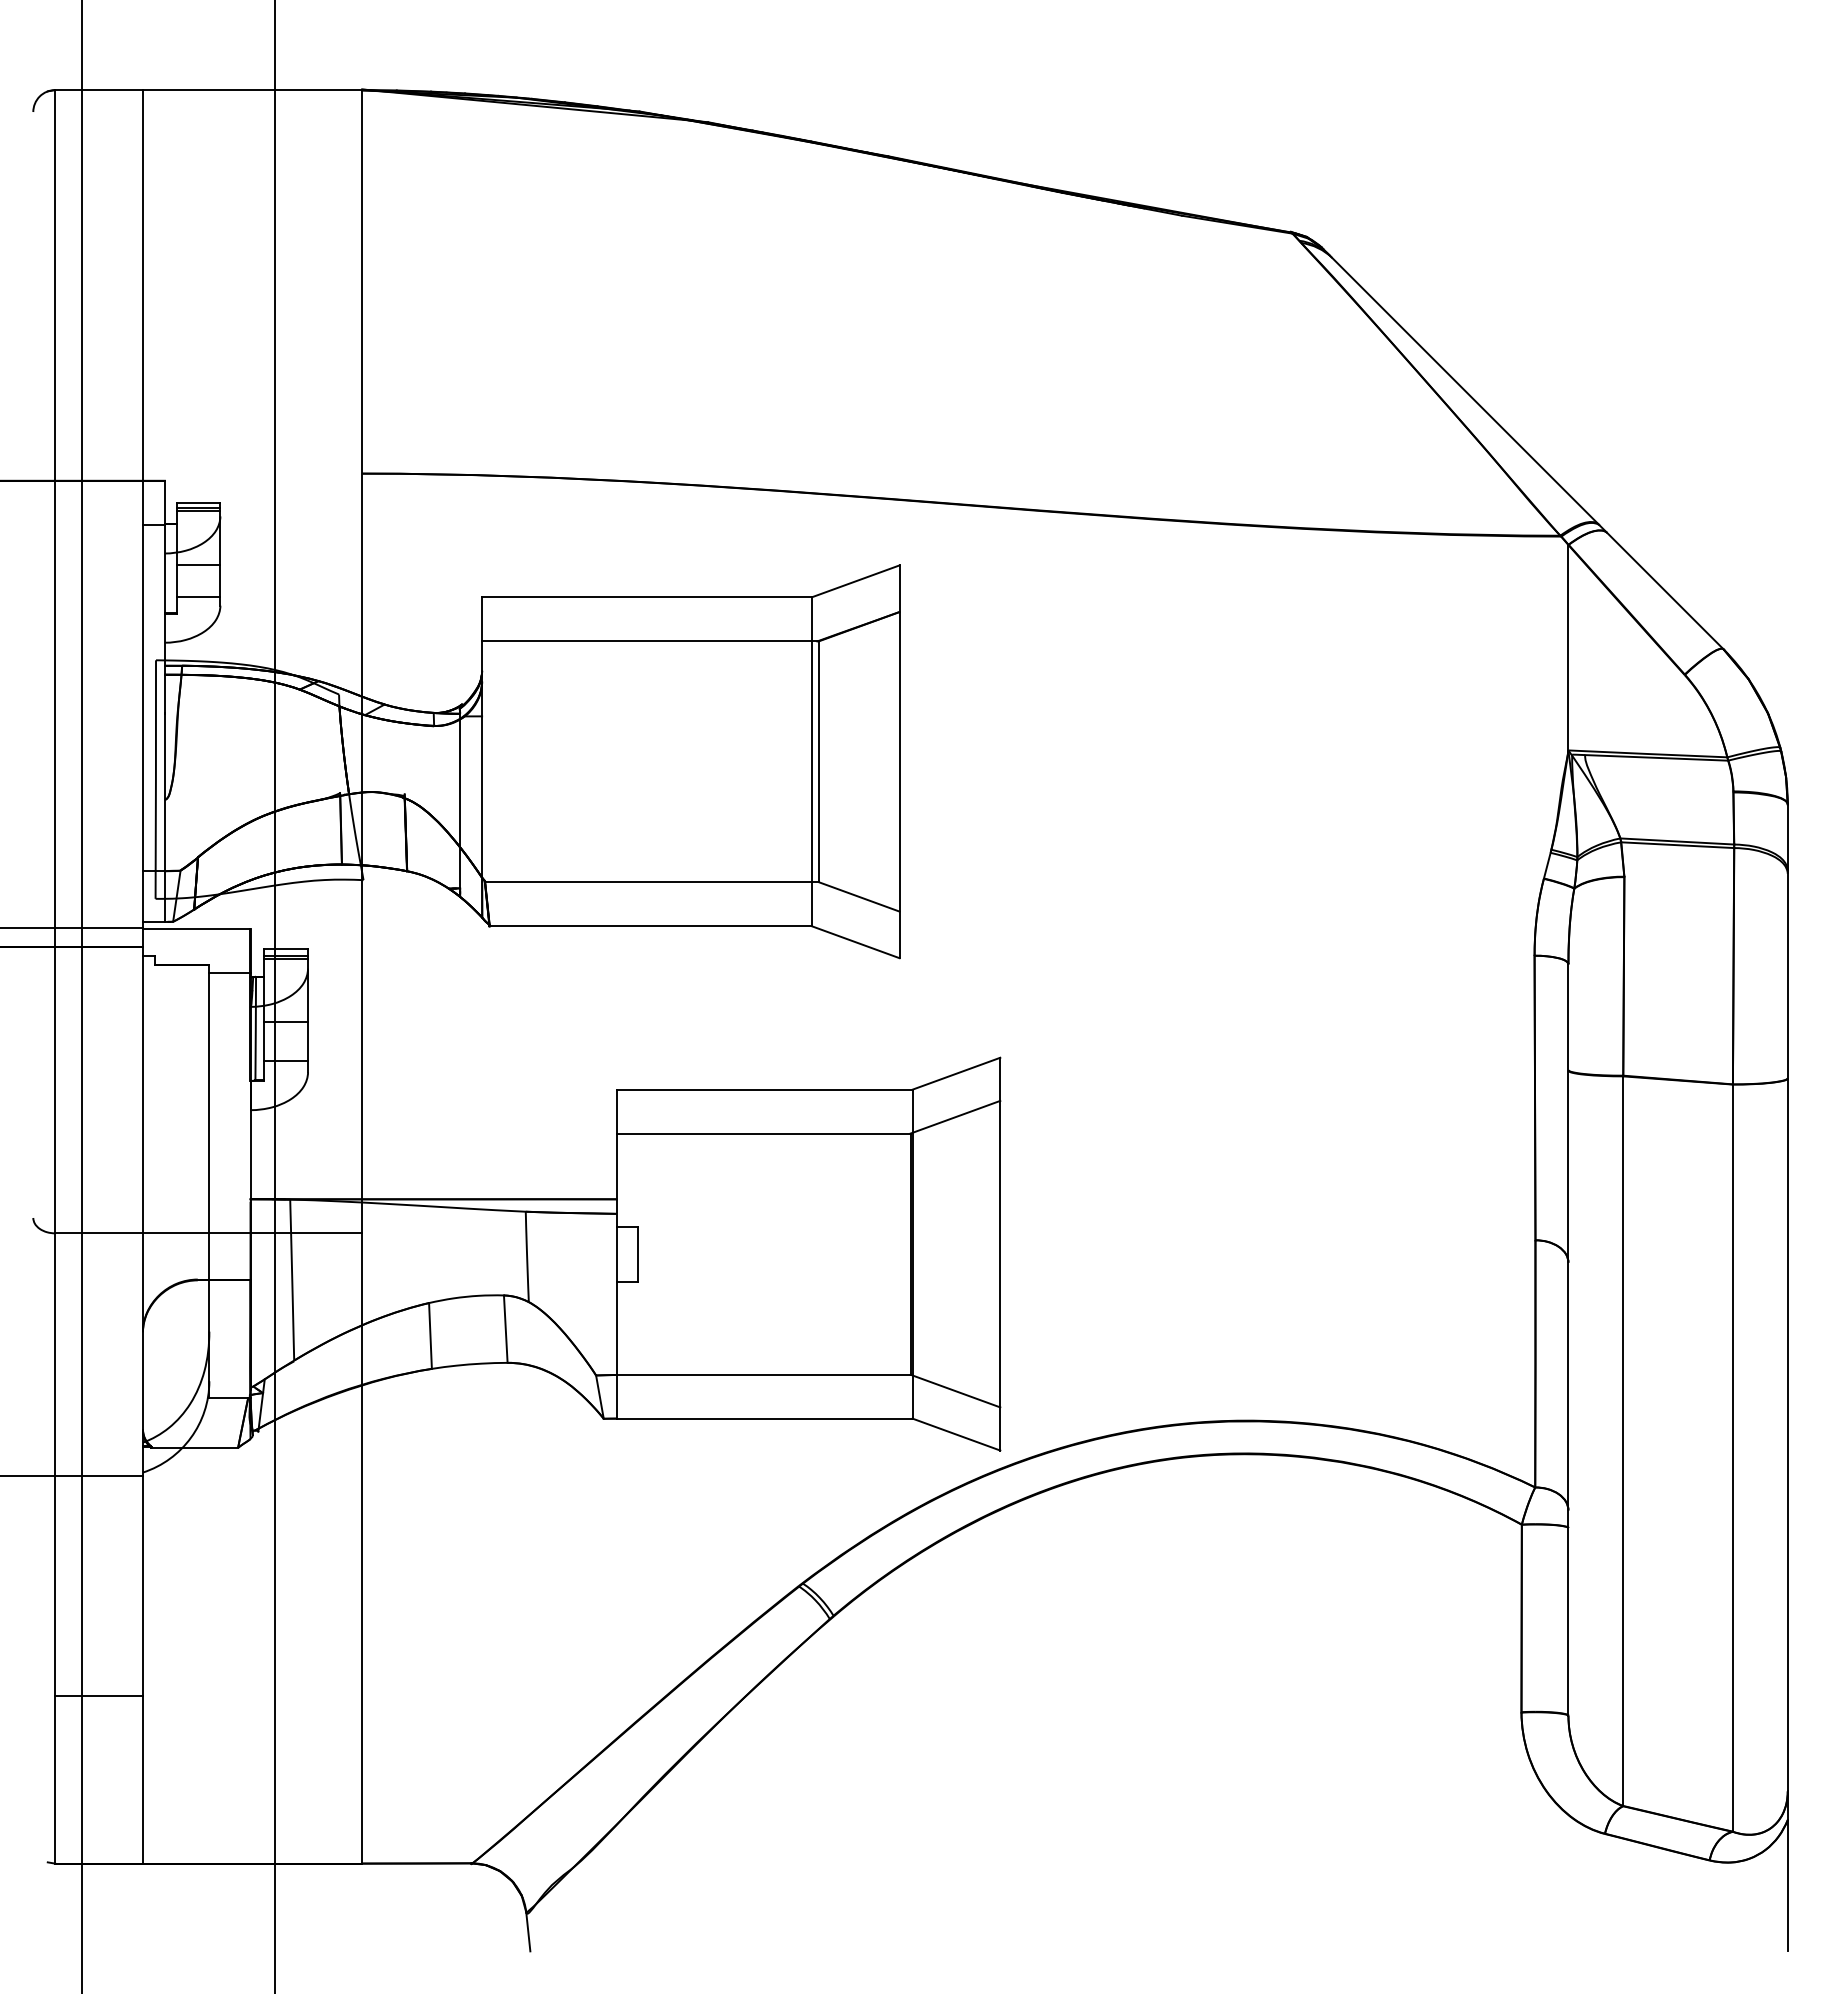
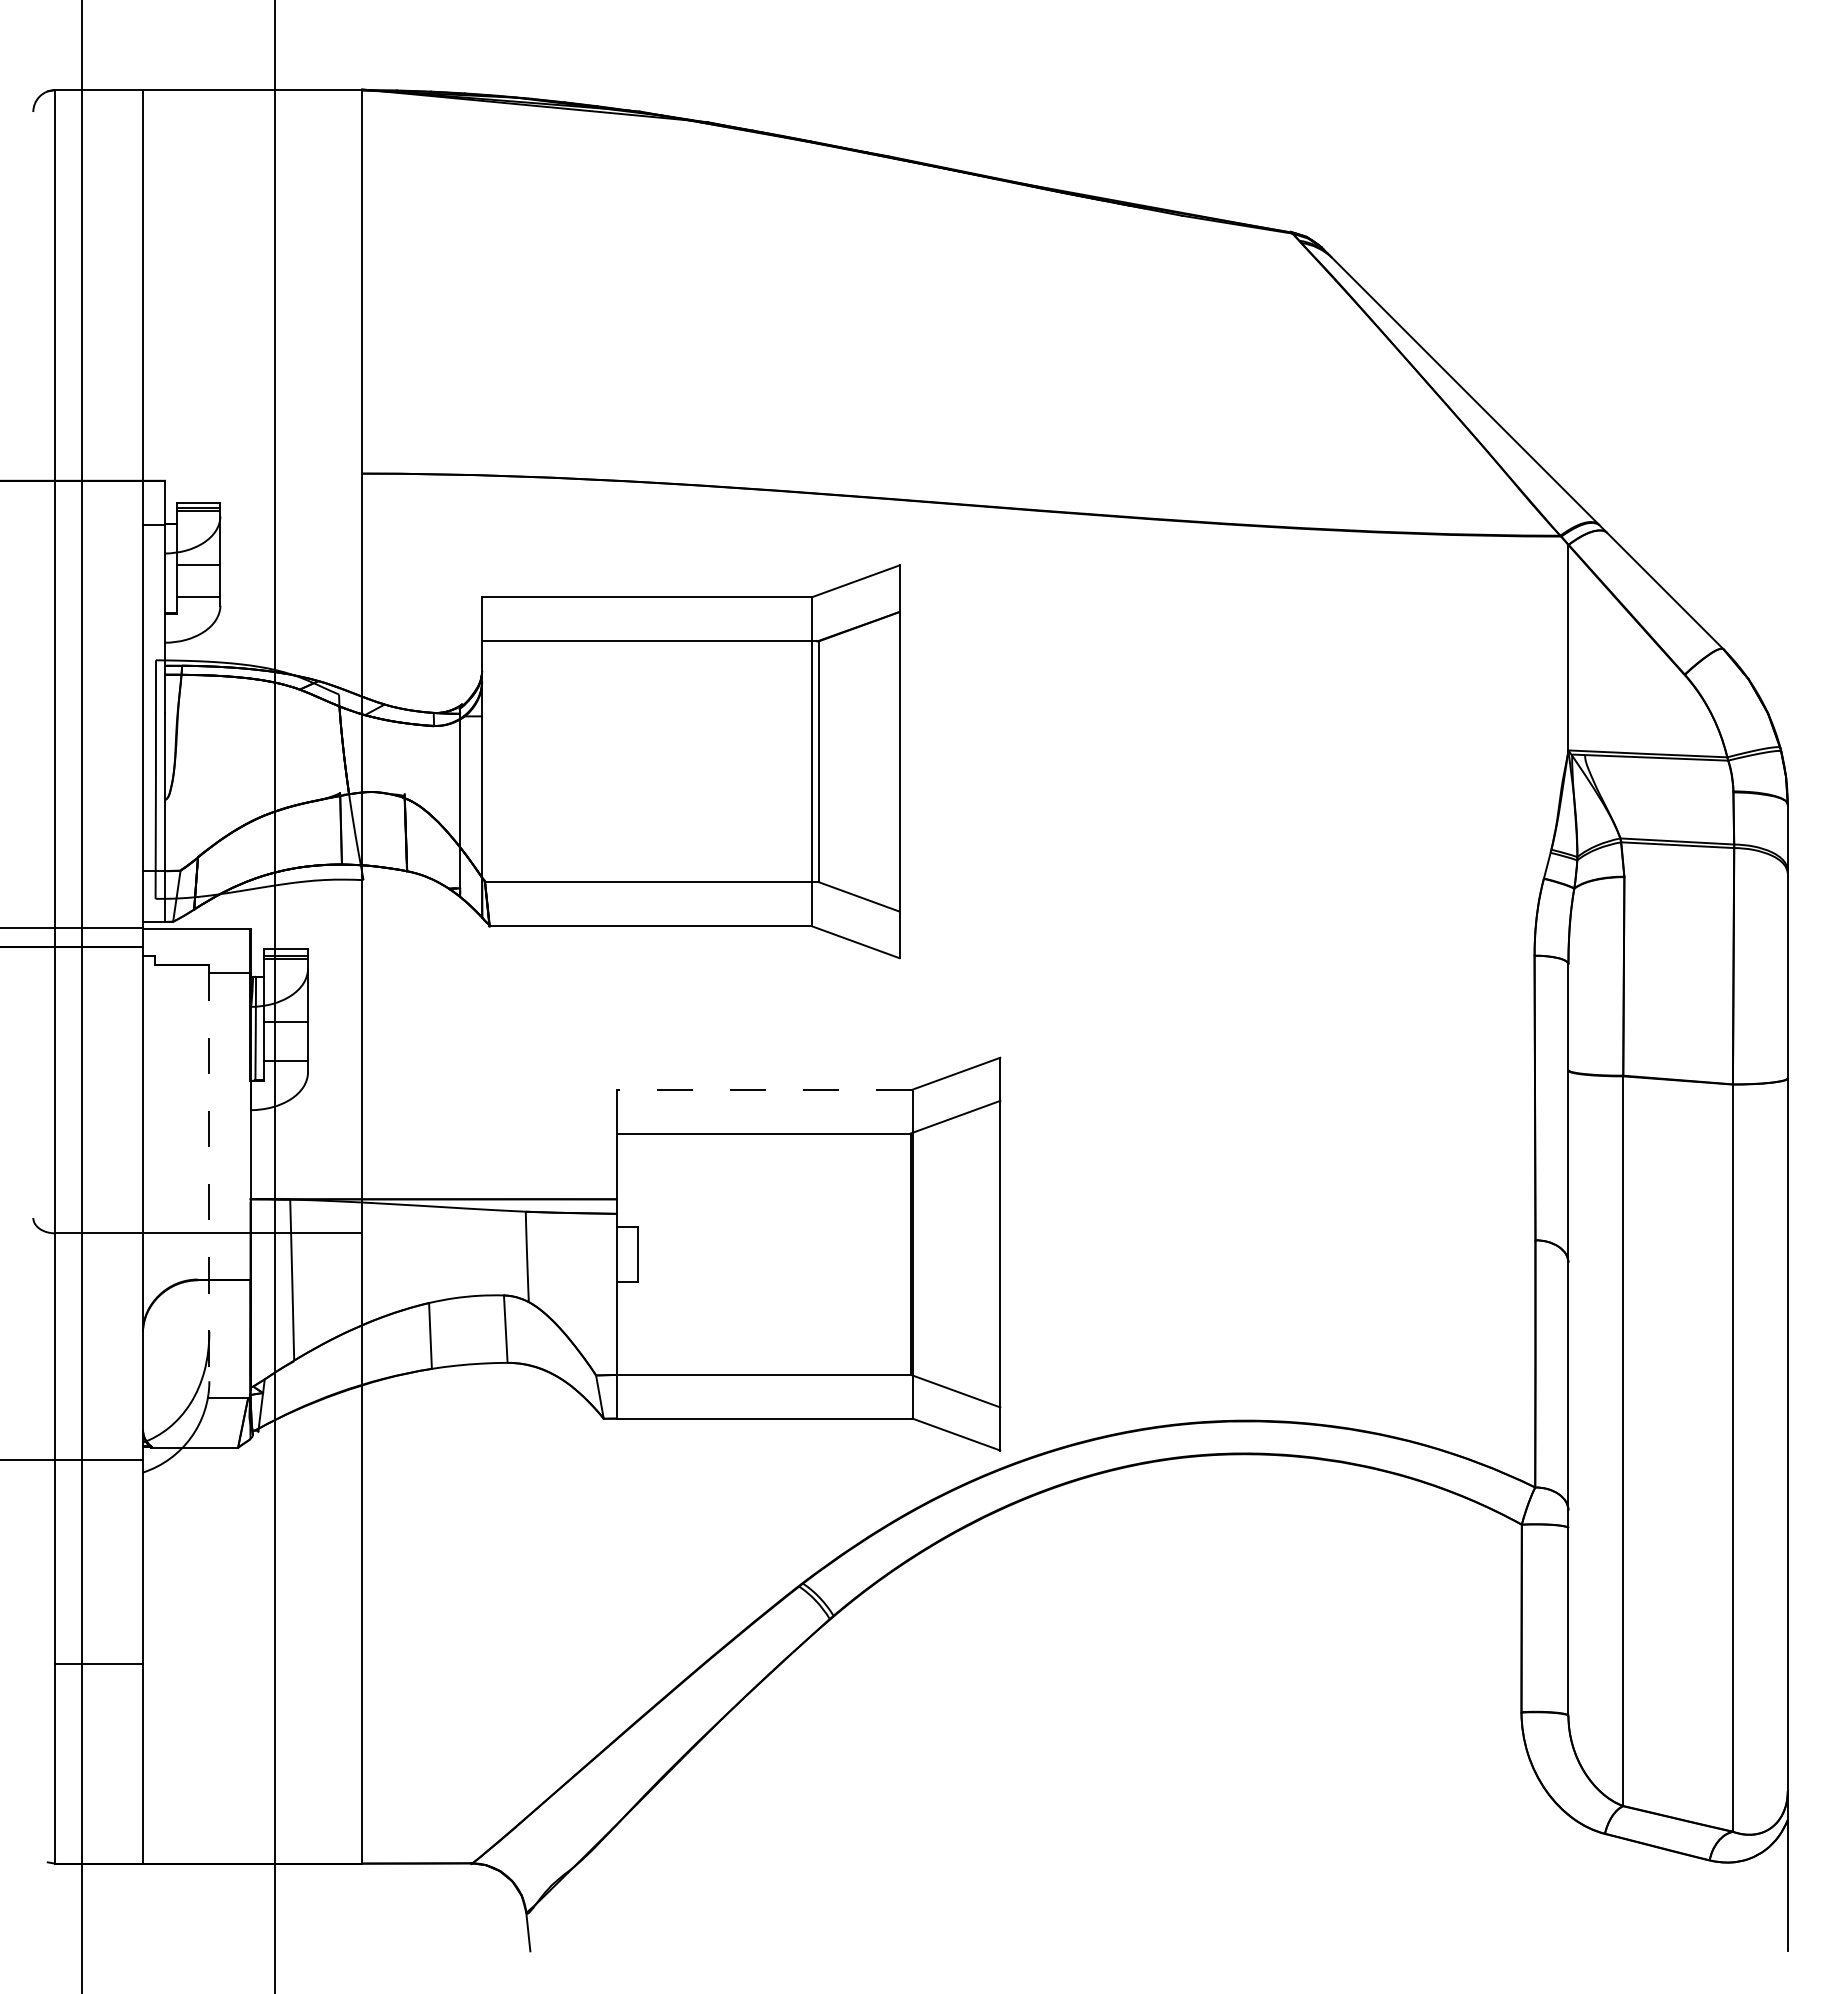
line at (764, 1089): solid -> dashed
line at (209, 1181): solid -> dashed
line at (72, 1476) position: (72, 1476) -> (72, 1460)
line at (98, 1696) position: (98, 1696) -> (98, 1664)
